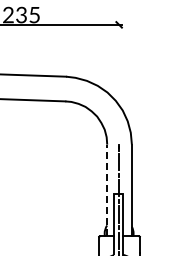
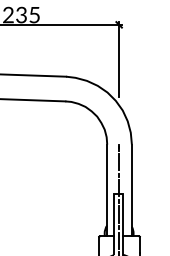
line at (119, 59): none -> present
line at (107, 190): dashed -> solid
